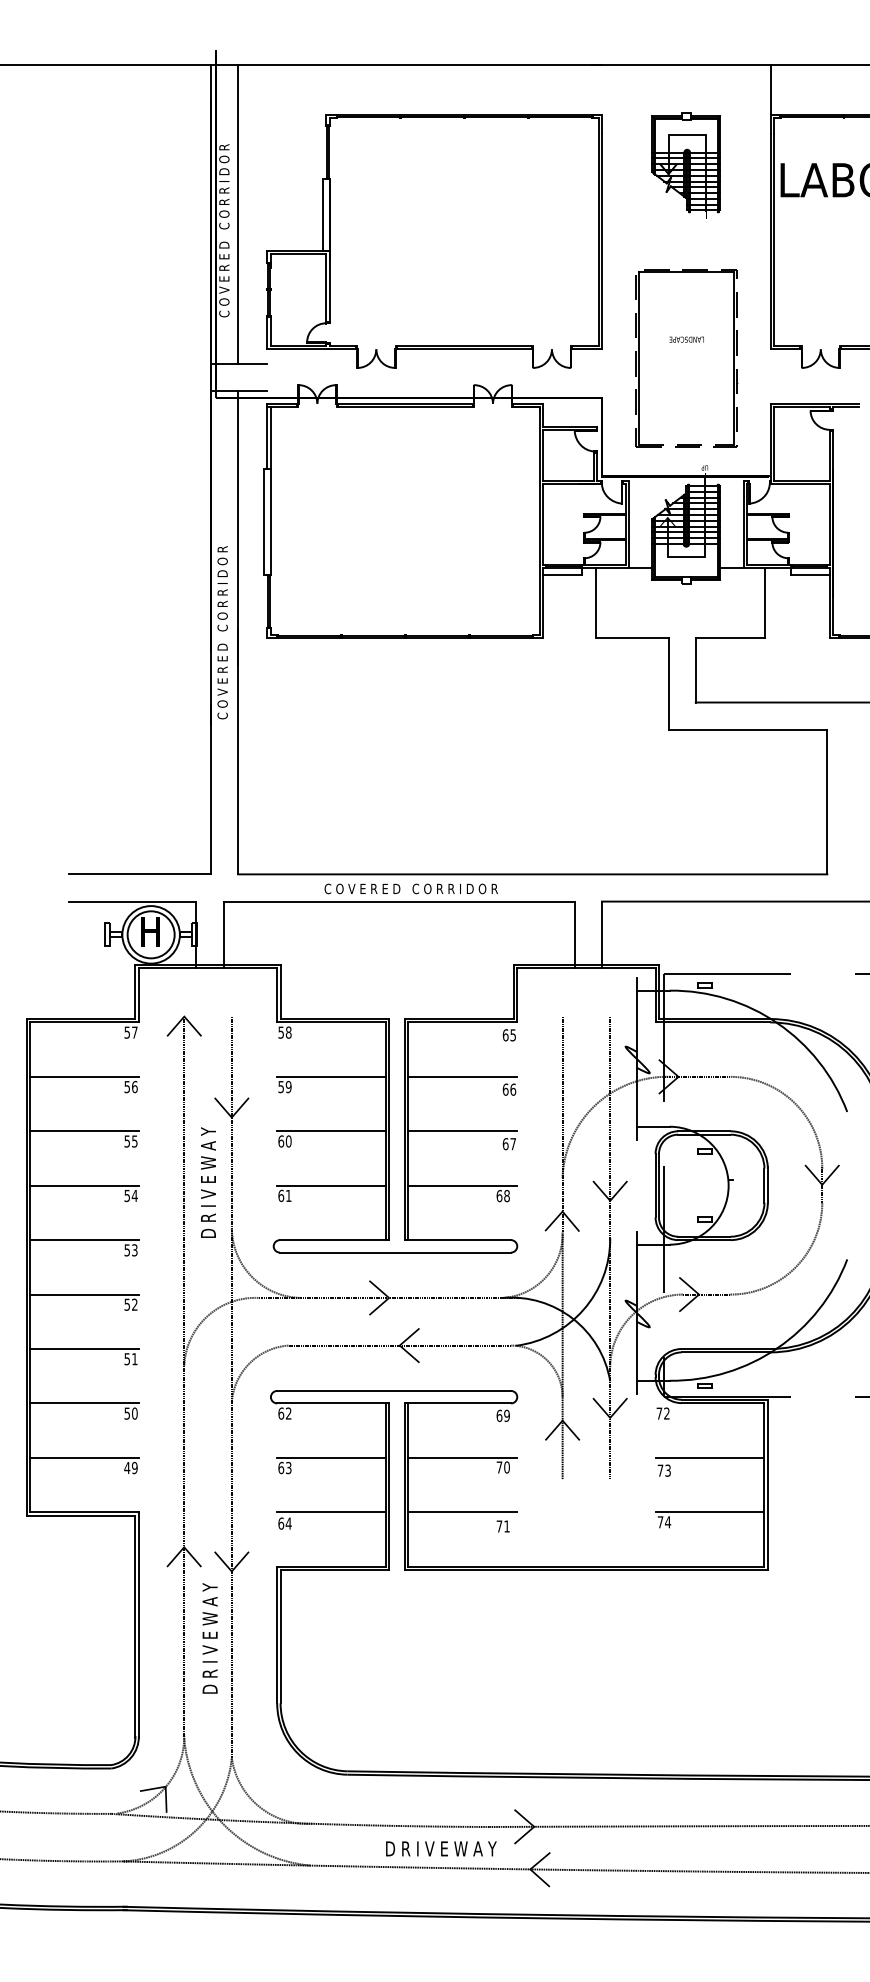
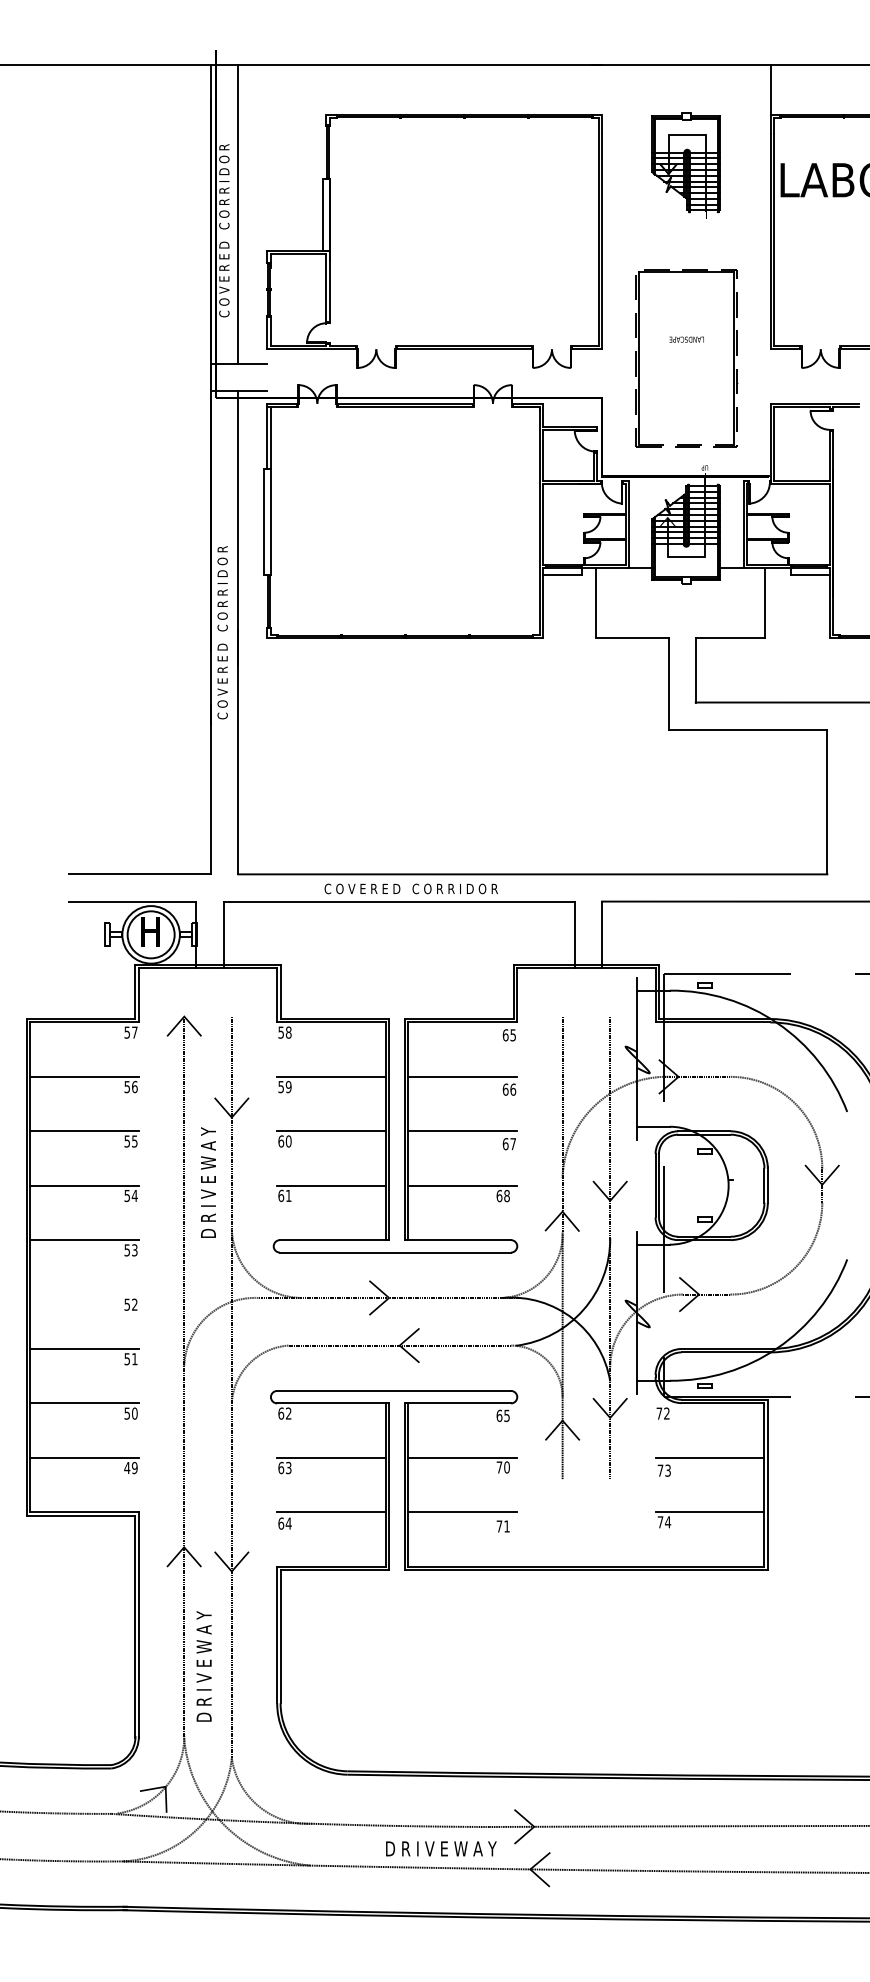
line at (84, 1294): present -> none
text at (506, 1415): 69 -> 65
text at (209, 1638) position: (209, 1638) -> (203, 1666)
